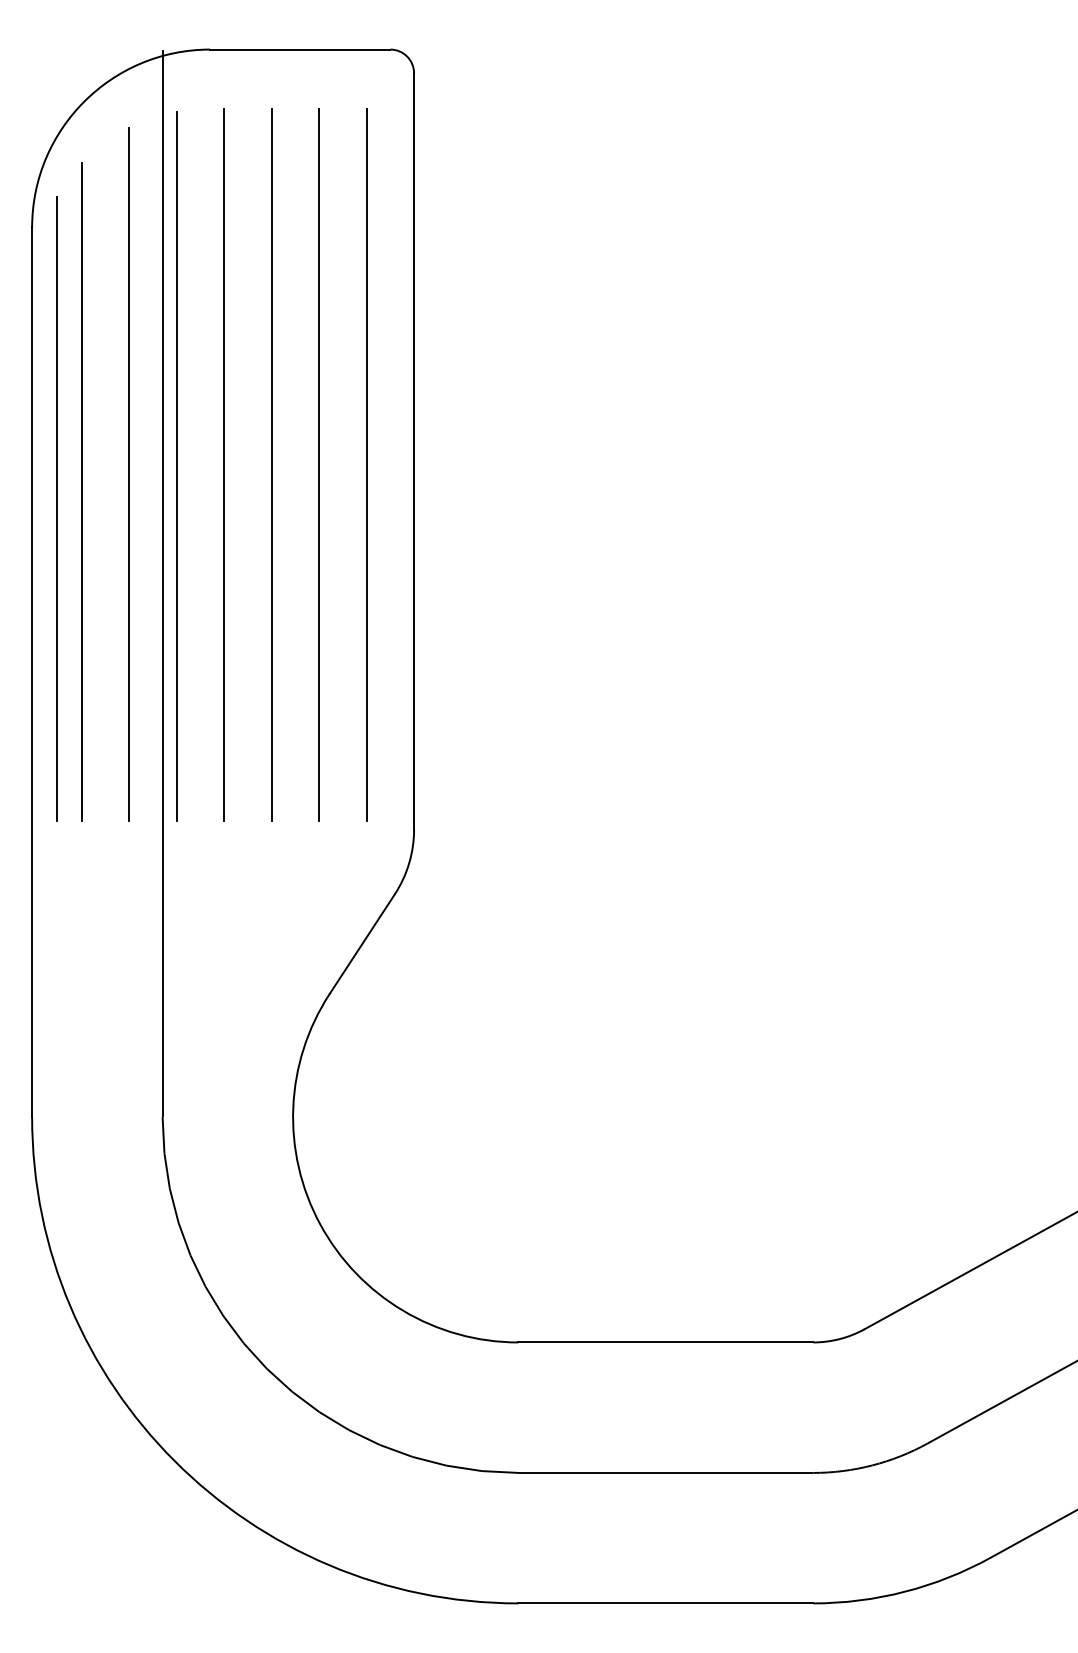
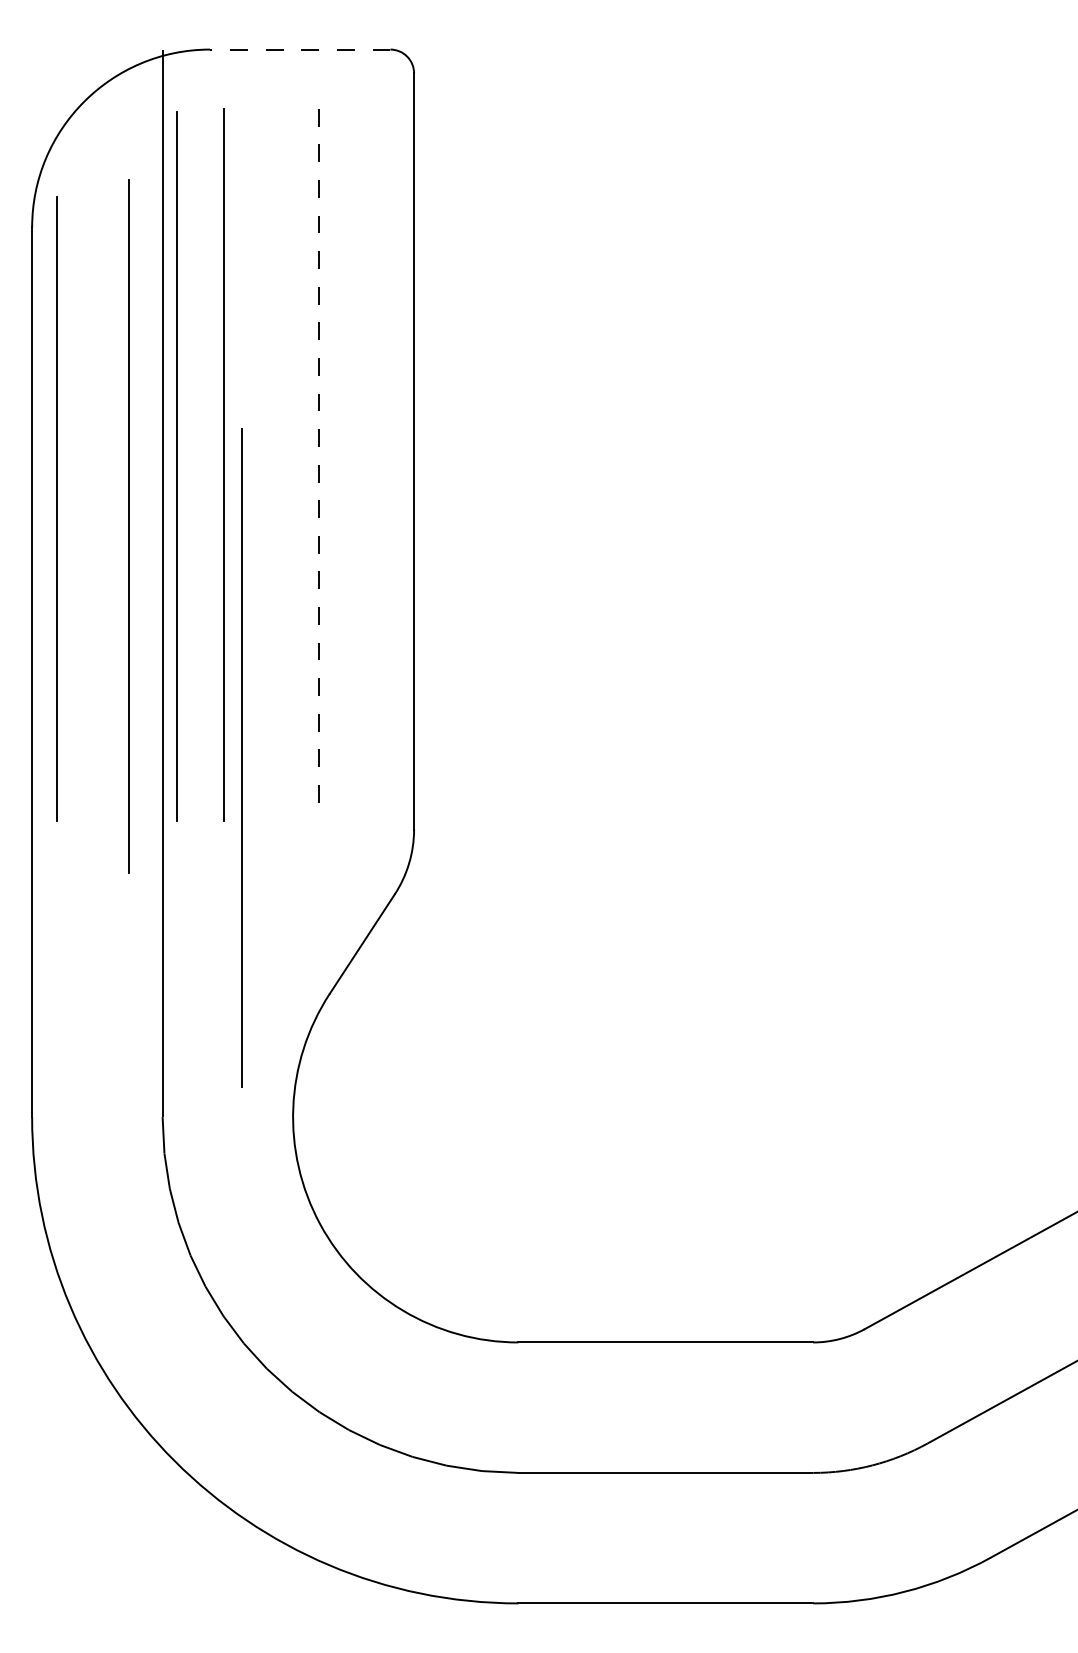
line at (299, 49): solid -> dashed
line at (271, 464): present -> none
line at (319, 464): solid -> dashed
line at (366, 464): present -> none
line at (128, 474) position: (128, 474) -> (128, 526)
line at (81, 491) position: (81, 491) -> (241, 757)
